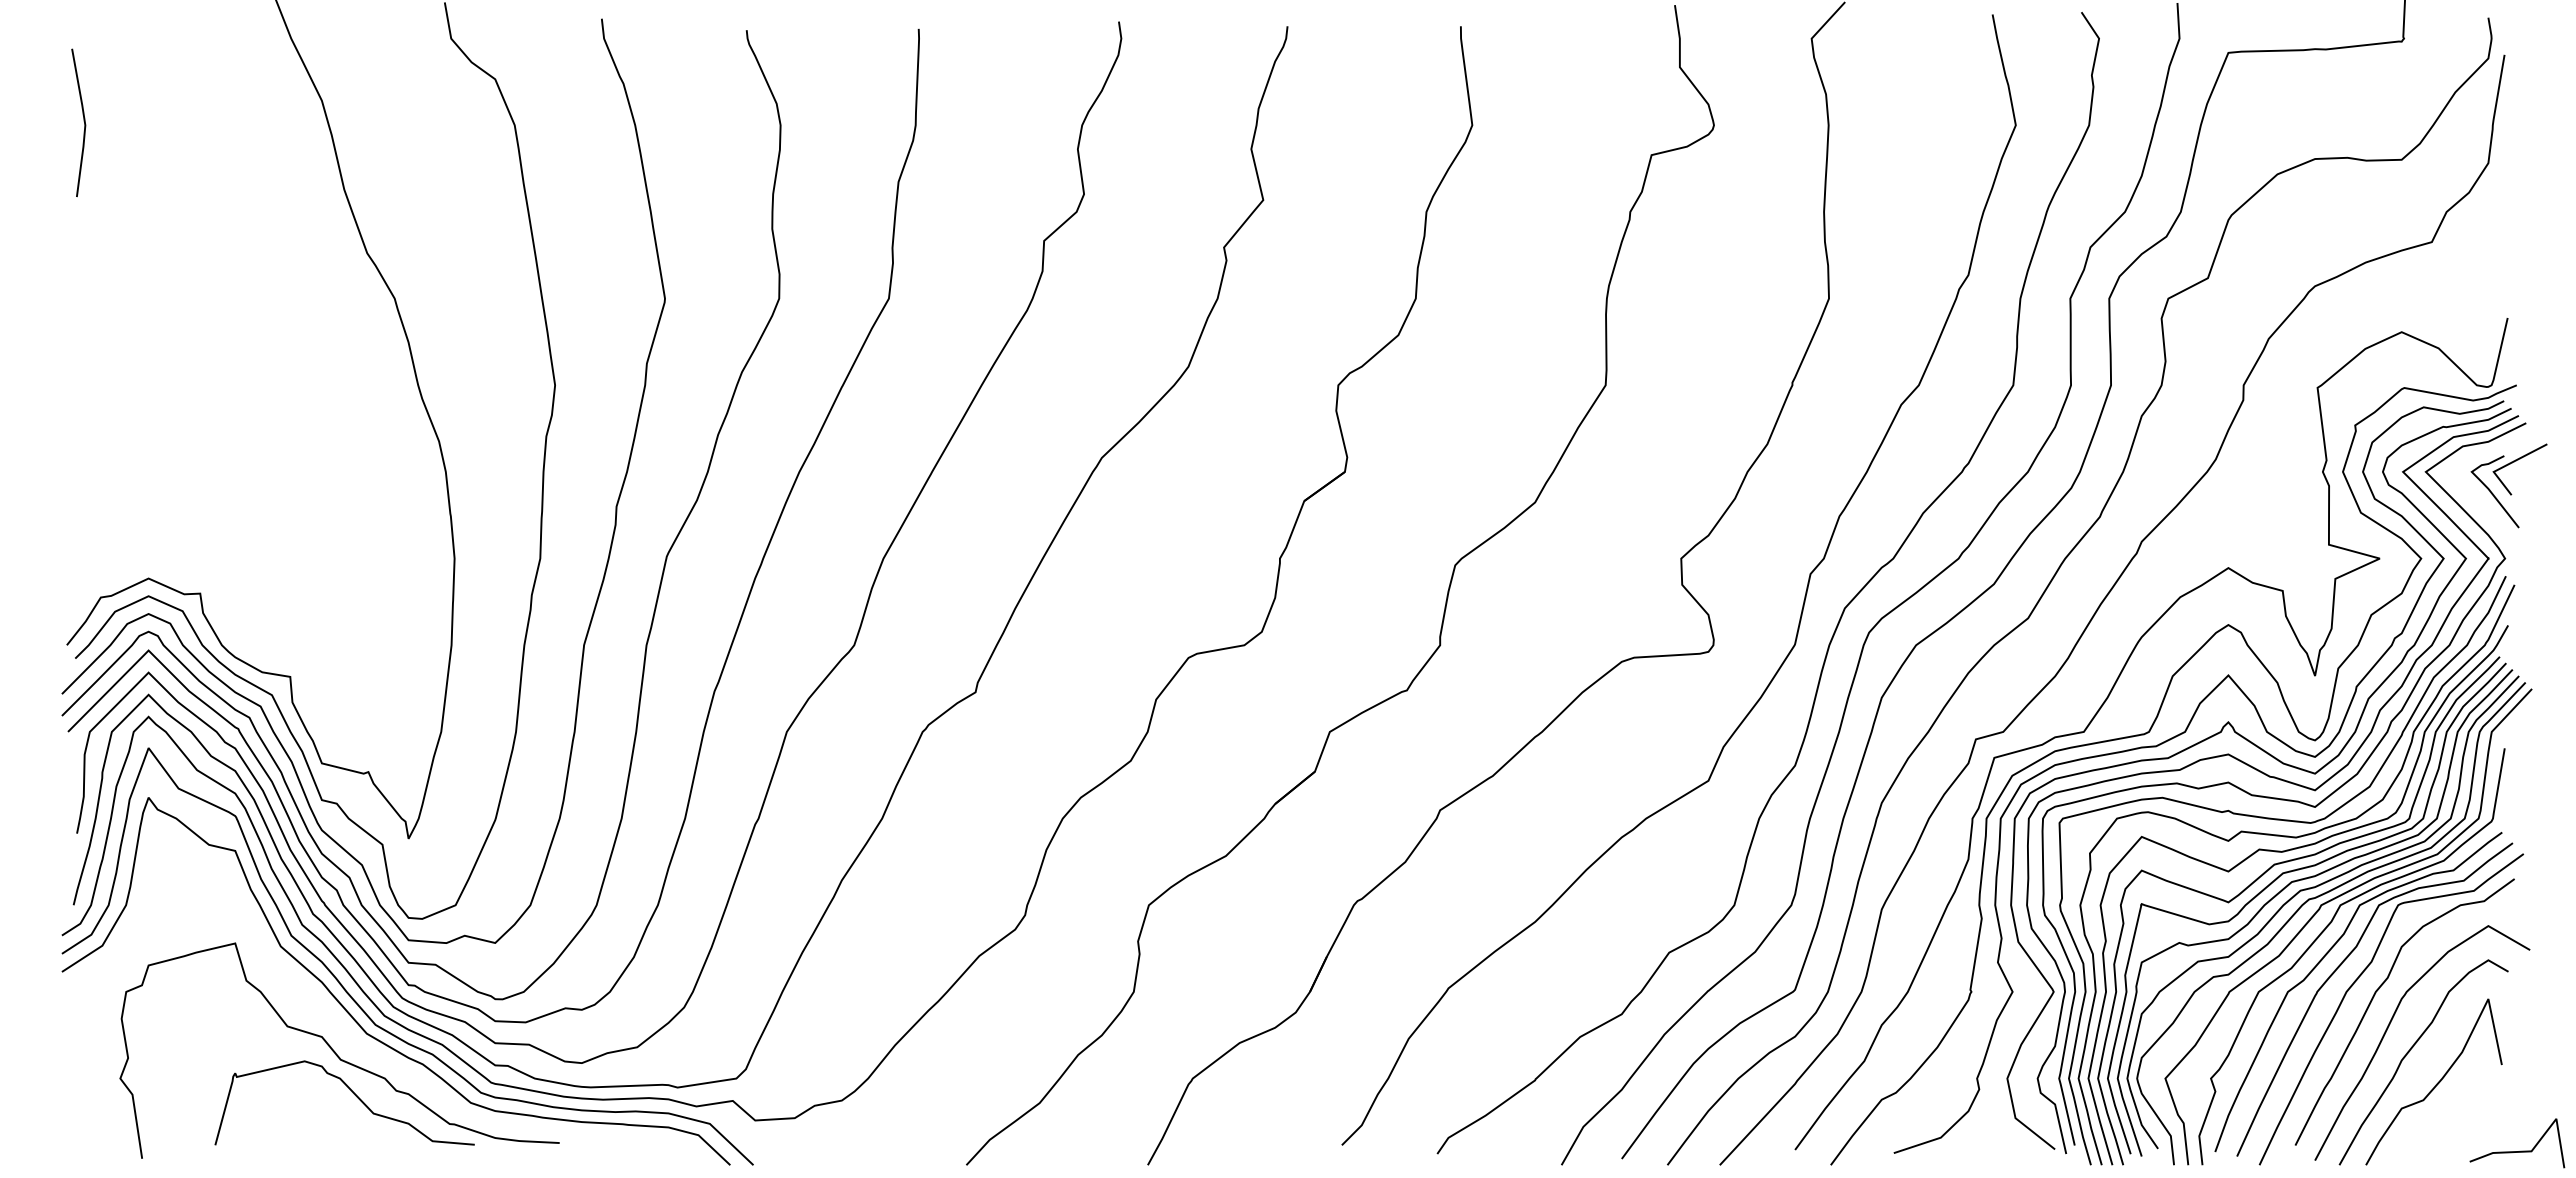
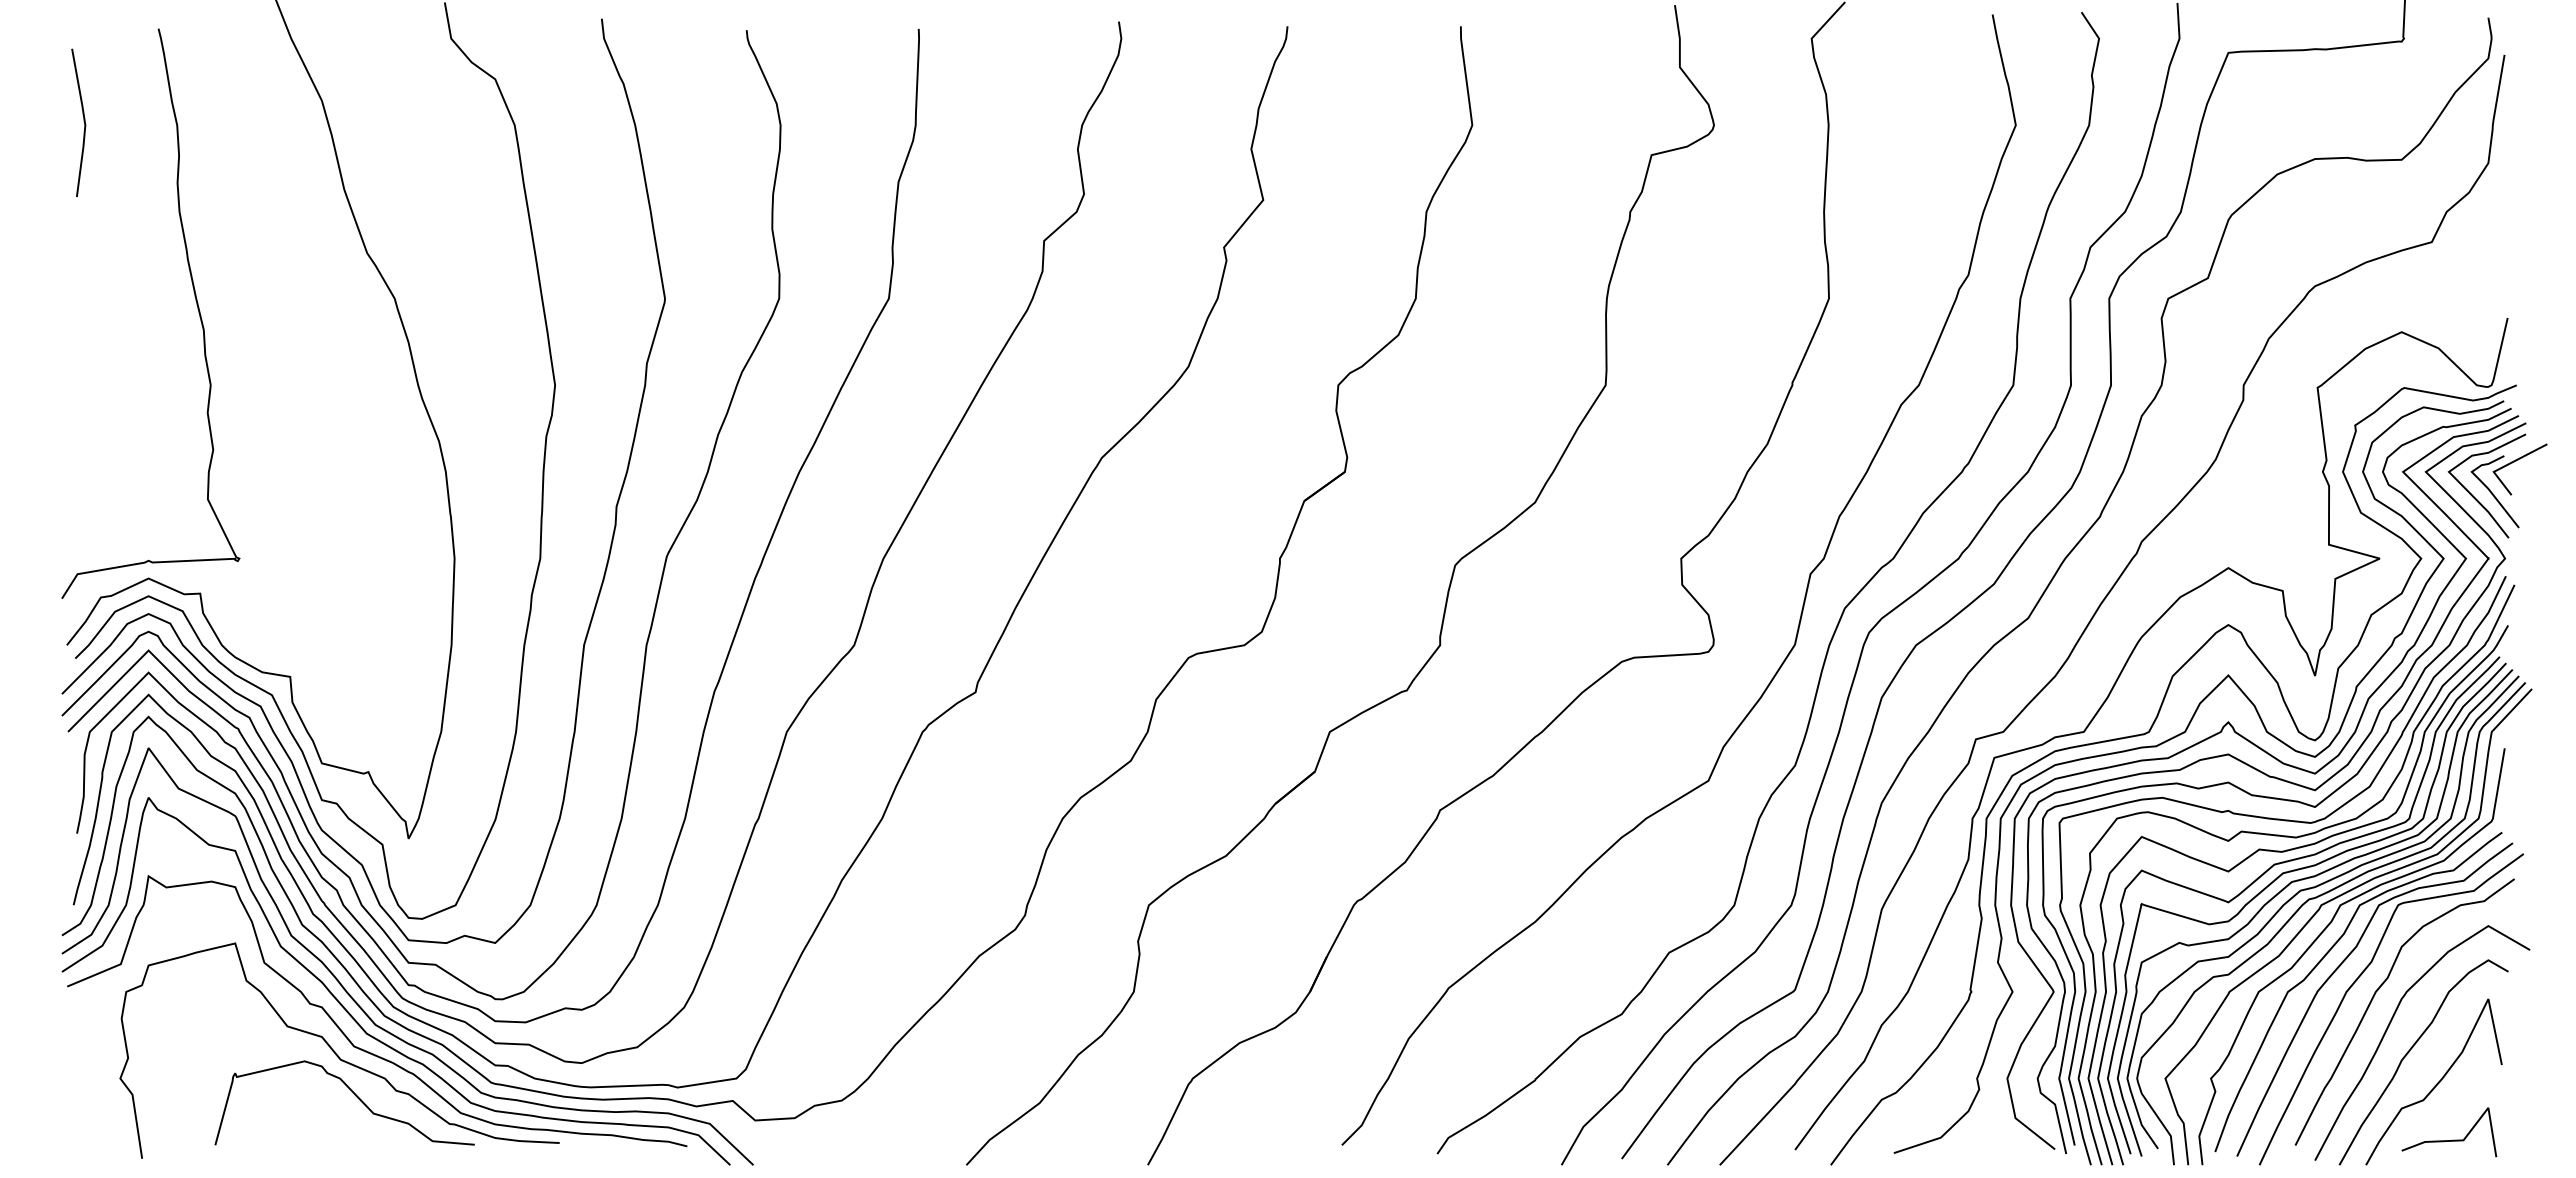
curve at (196, 305): none -> present
curve at (2474, 496): none -> present
curve at (347, 1036): none -> present
line at (2520, 1150) position: (2520, 1150) -> (2452, 1139)
